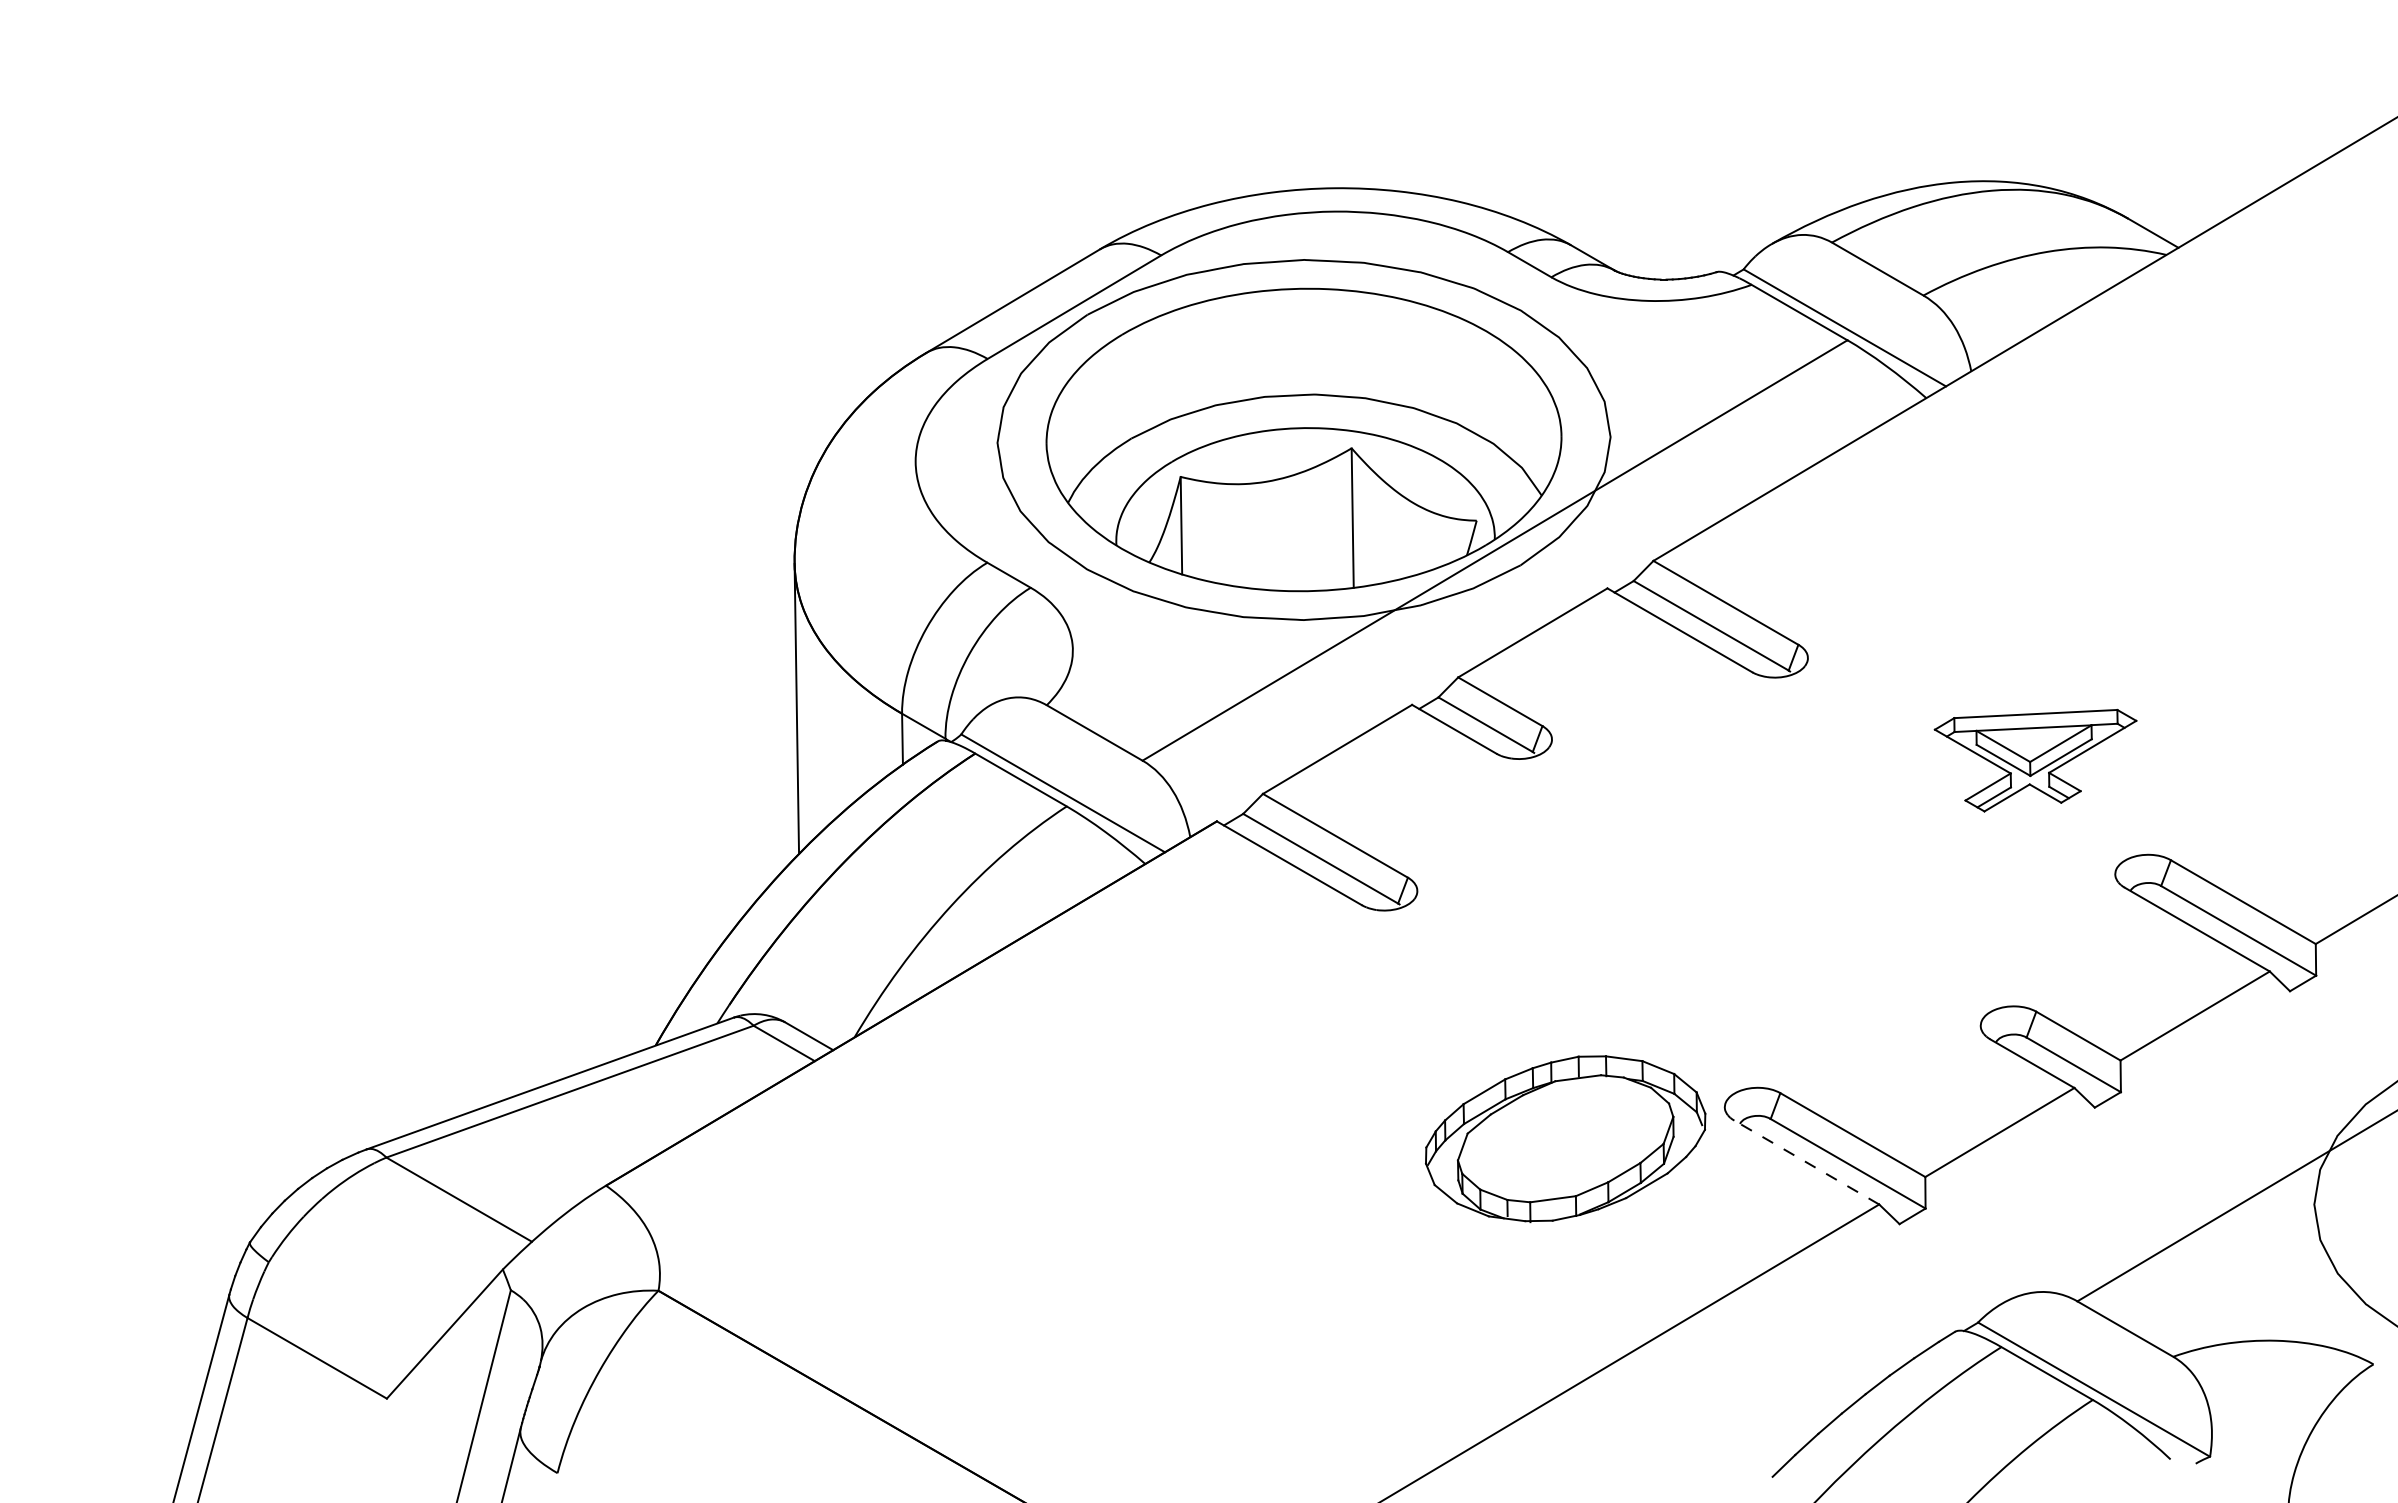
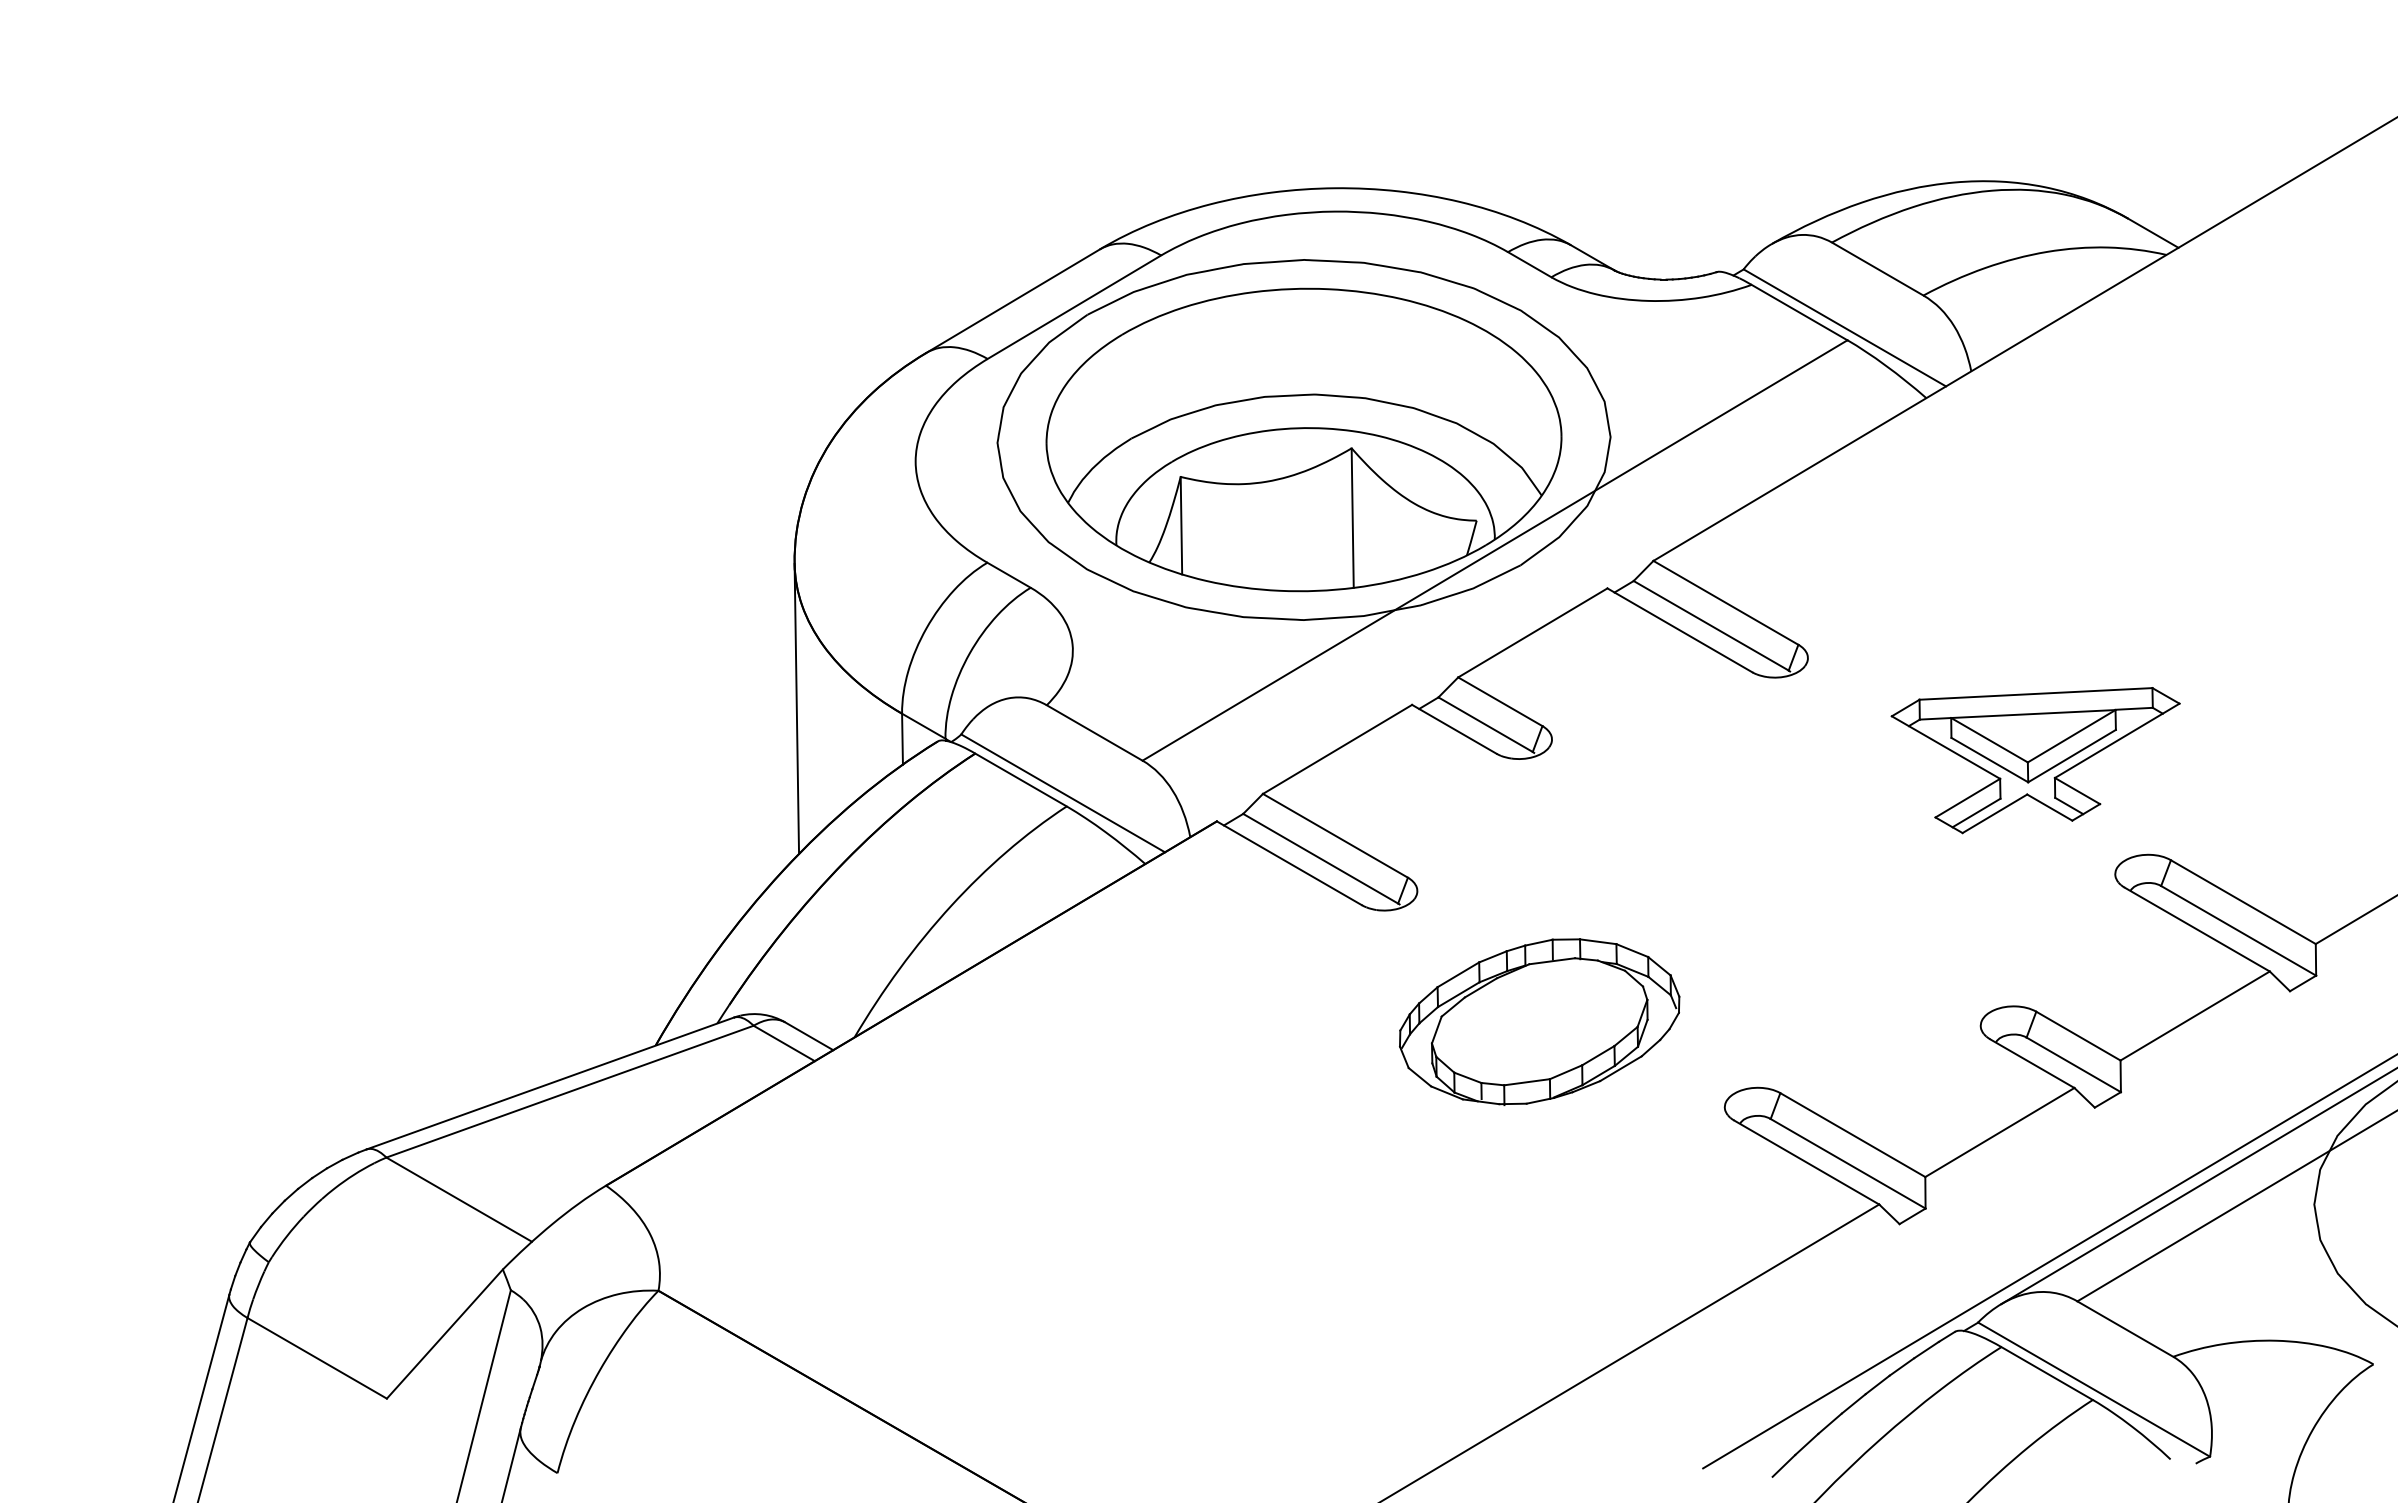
part at (2035, 760) size: 205x105 px -> 291x148 px
part at (1565, 1139) position: (1565, 1139) -> (1539, 1022)
line at (1806, 1162): dashed -> solid
line at (2197, 1186): none -> present
line at (2048, 1261): none -> present
